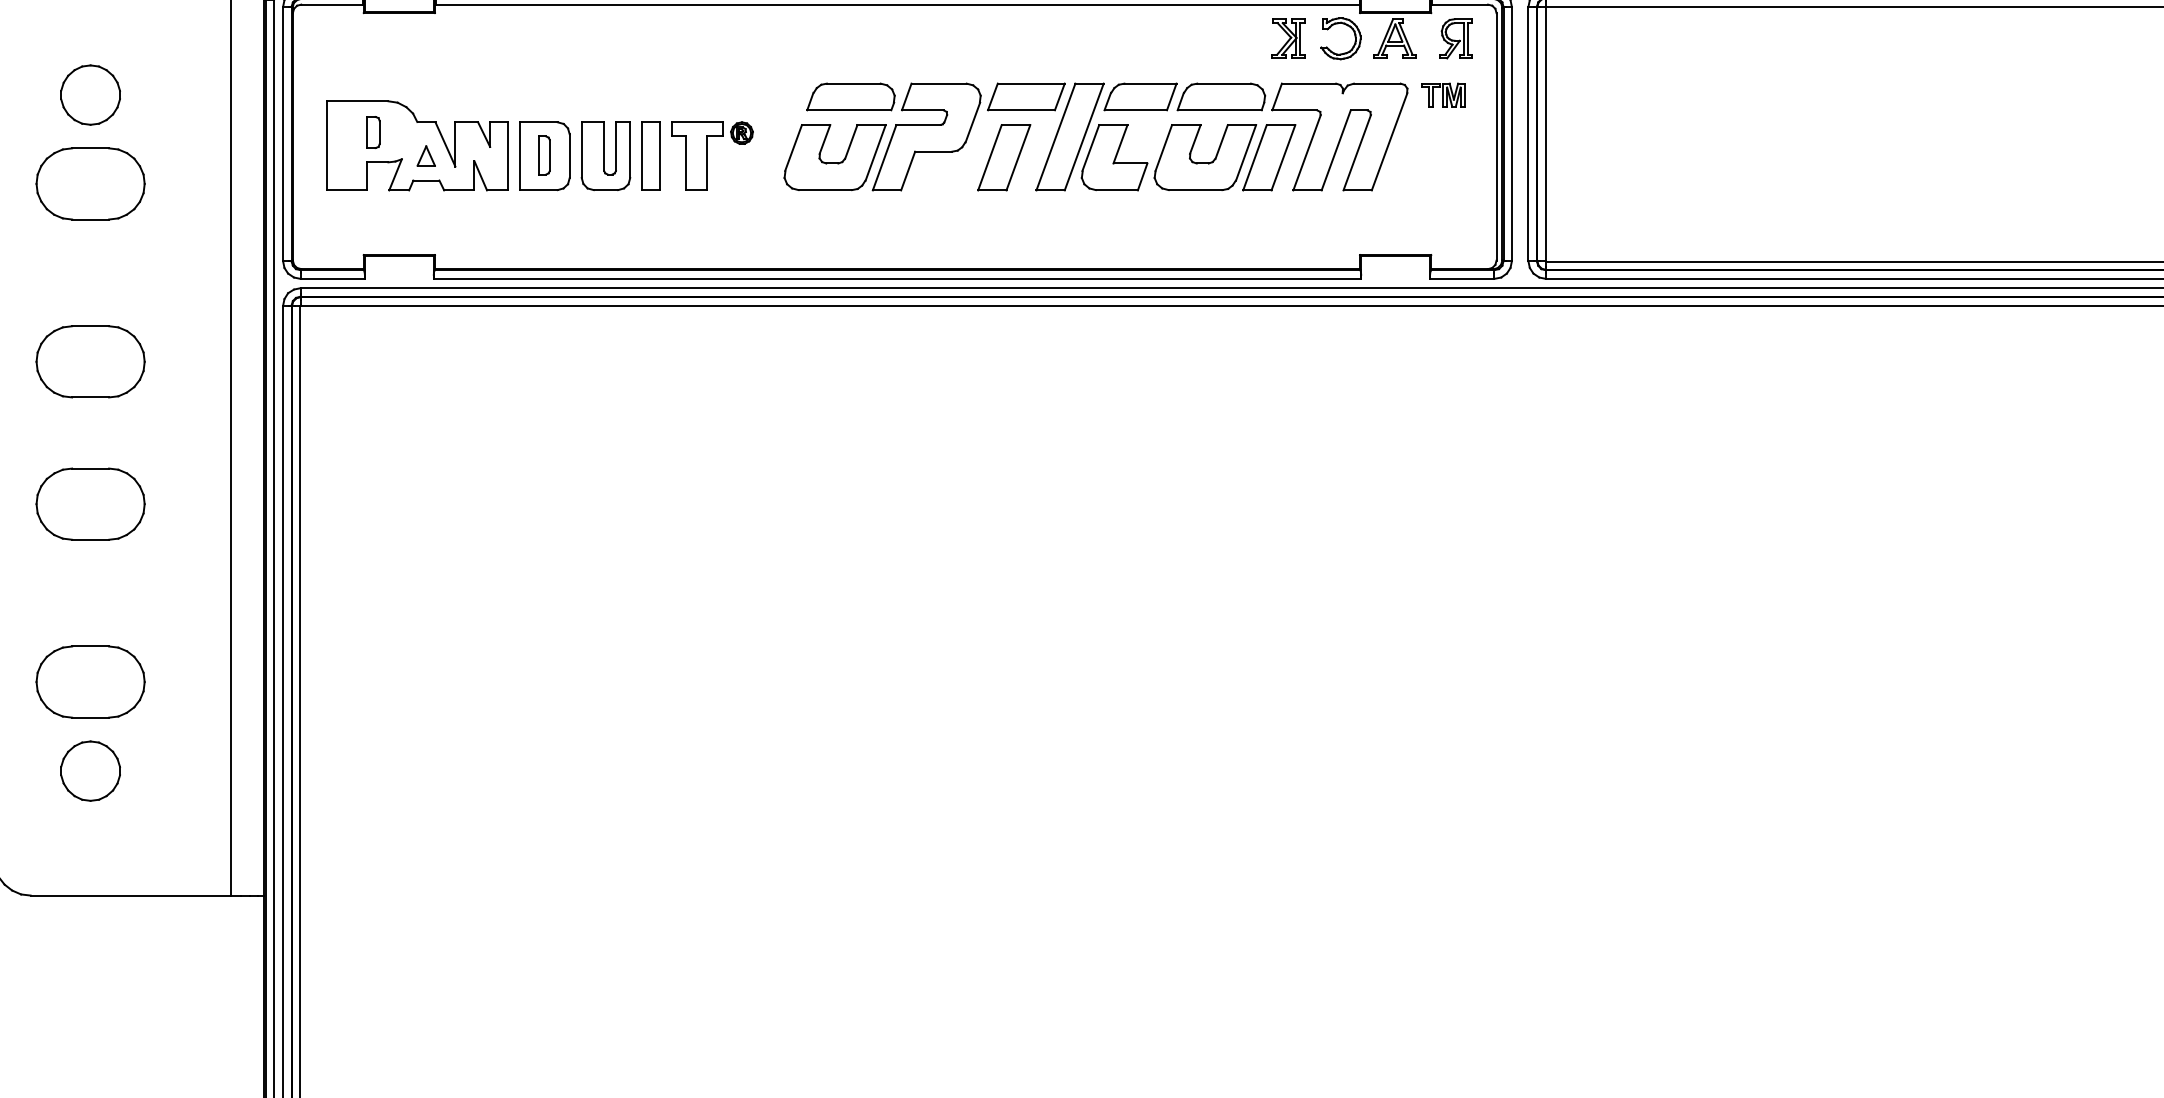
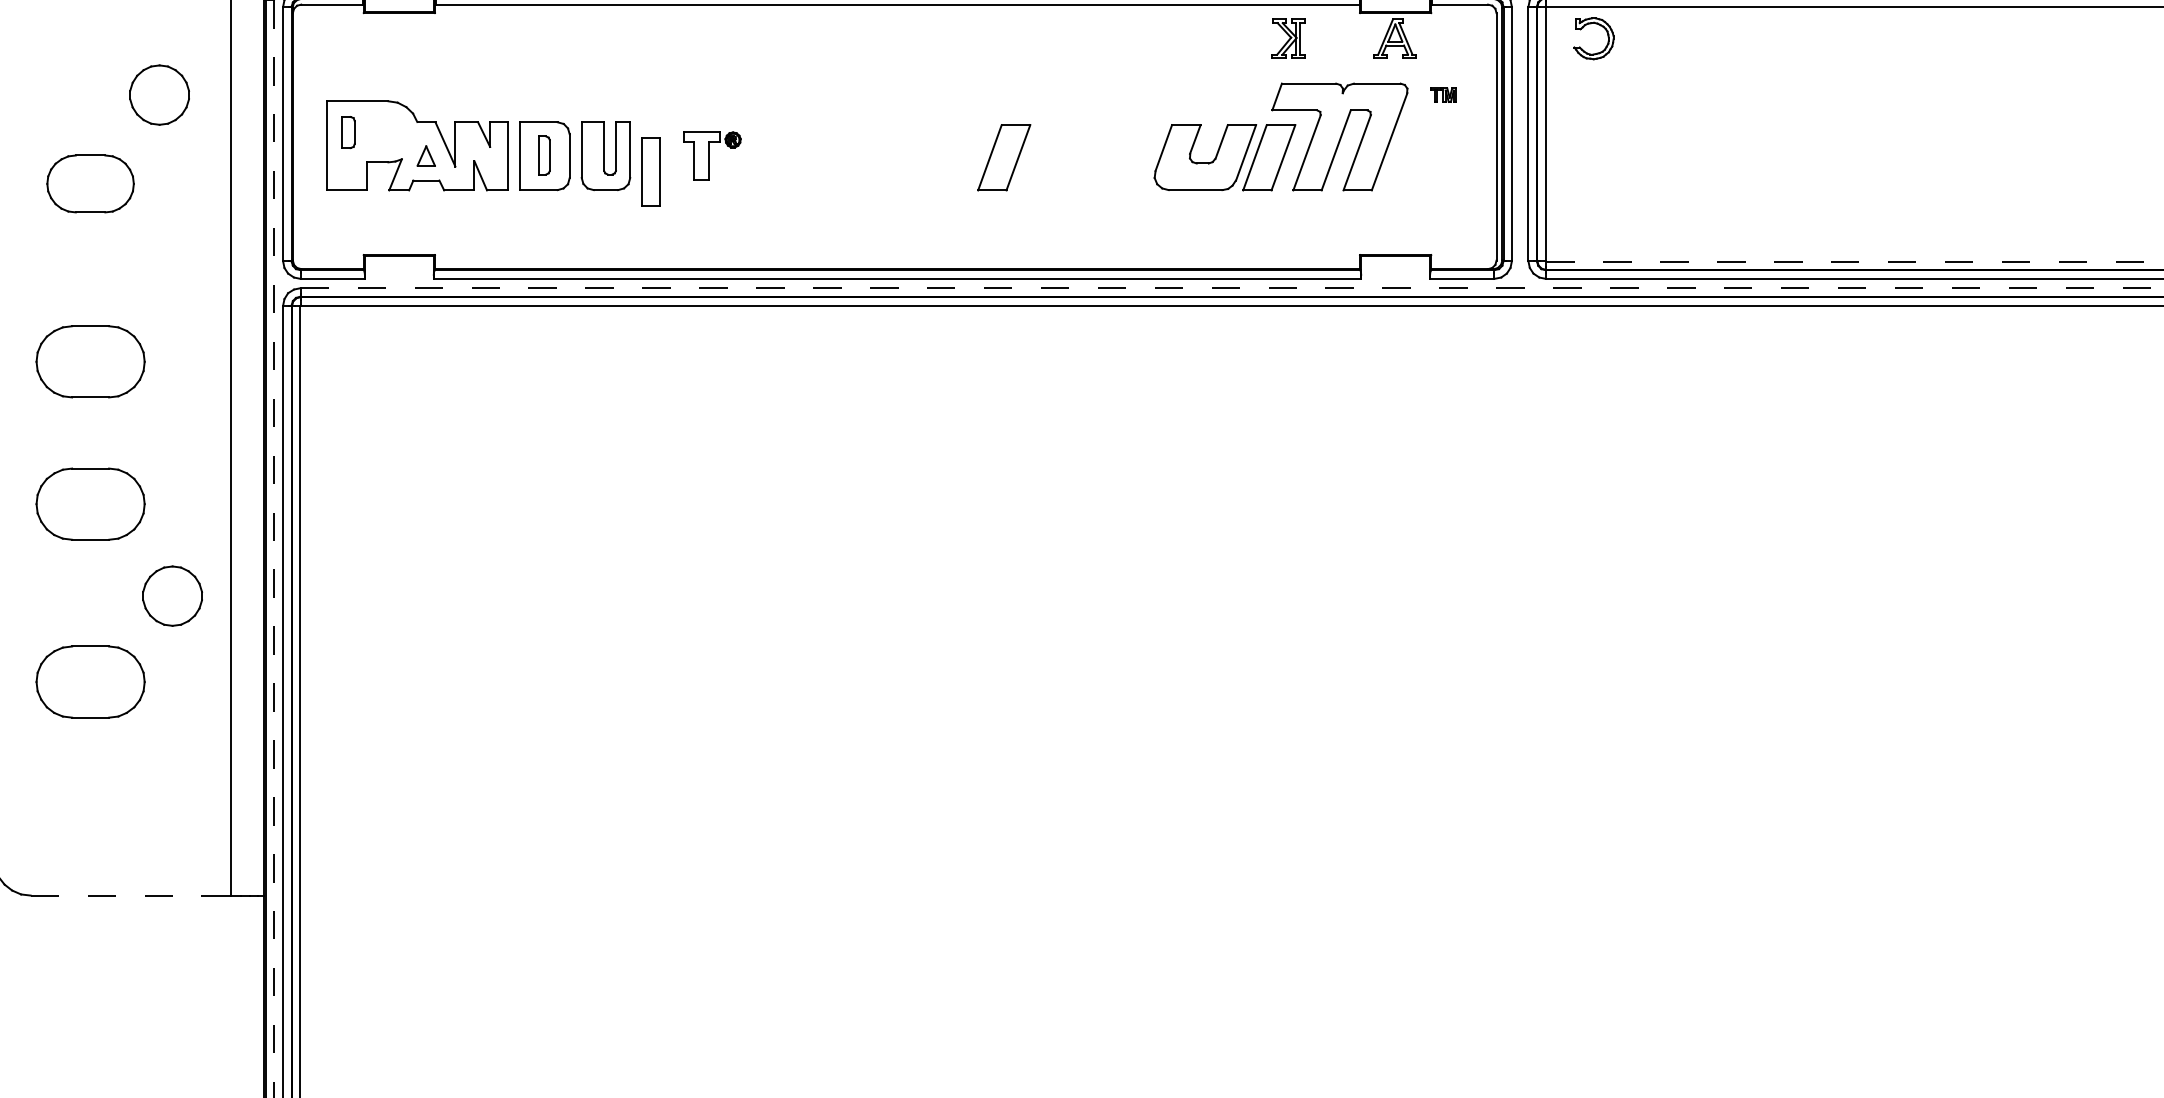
part at (1347, 26) position: (1347, 26) -> (1600, 26)
part at (1455, 38): present -> none
part at (90, 94) position: (90, 94) -> (159, 94)
part at (1443, 94) size: 45x26 px -> 27x16 px
part at (1024, 110): present -> none
part at (373, 132) position: (373, 132) -> (348, 132)
part at (650, 155) position: (650, 155) -> (650, 171)
part at (712, 155) size: 83x70 px -> 59x50 px
part at (90, 183) size: 111x74 px -> 89x60 px
line at (1855, 261): solid -> dashed
line at (1232, 288): solid -> dashed
line at (274, 549): solid -> dashed
part at (90, 770) position: (90, 770) -> (172, 595)
line at (131, 895): solid -> dashed
